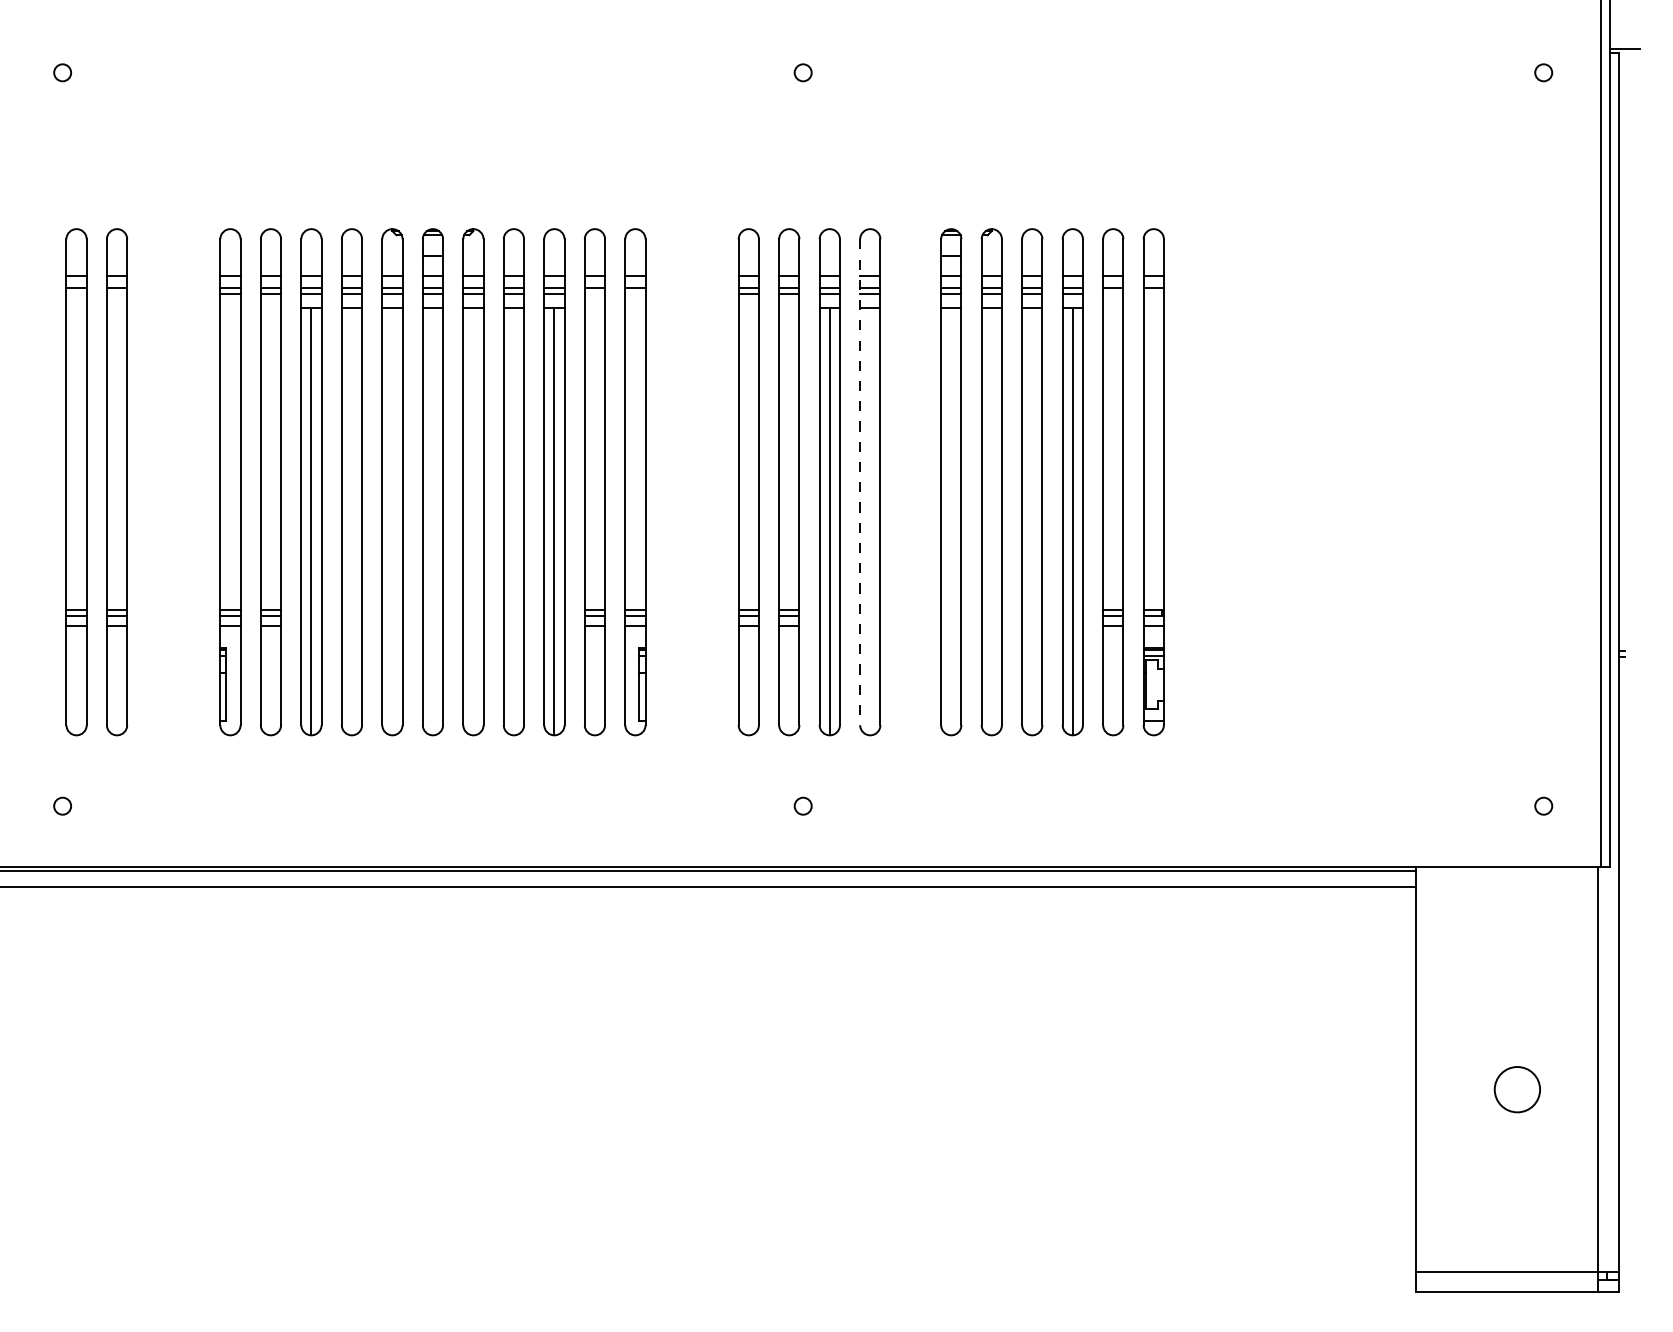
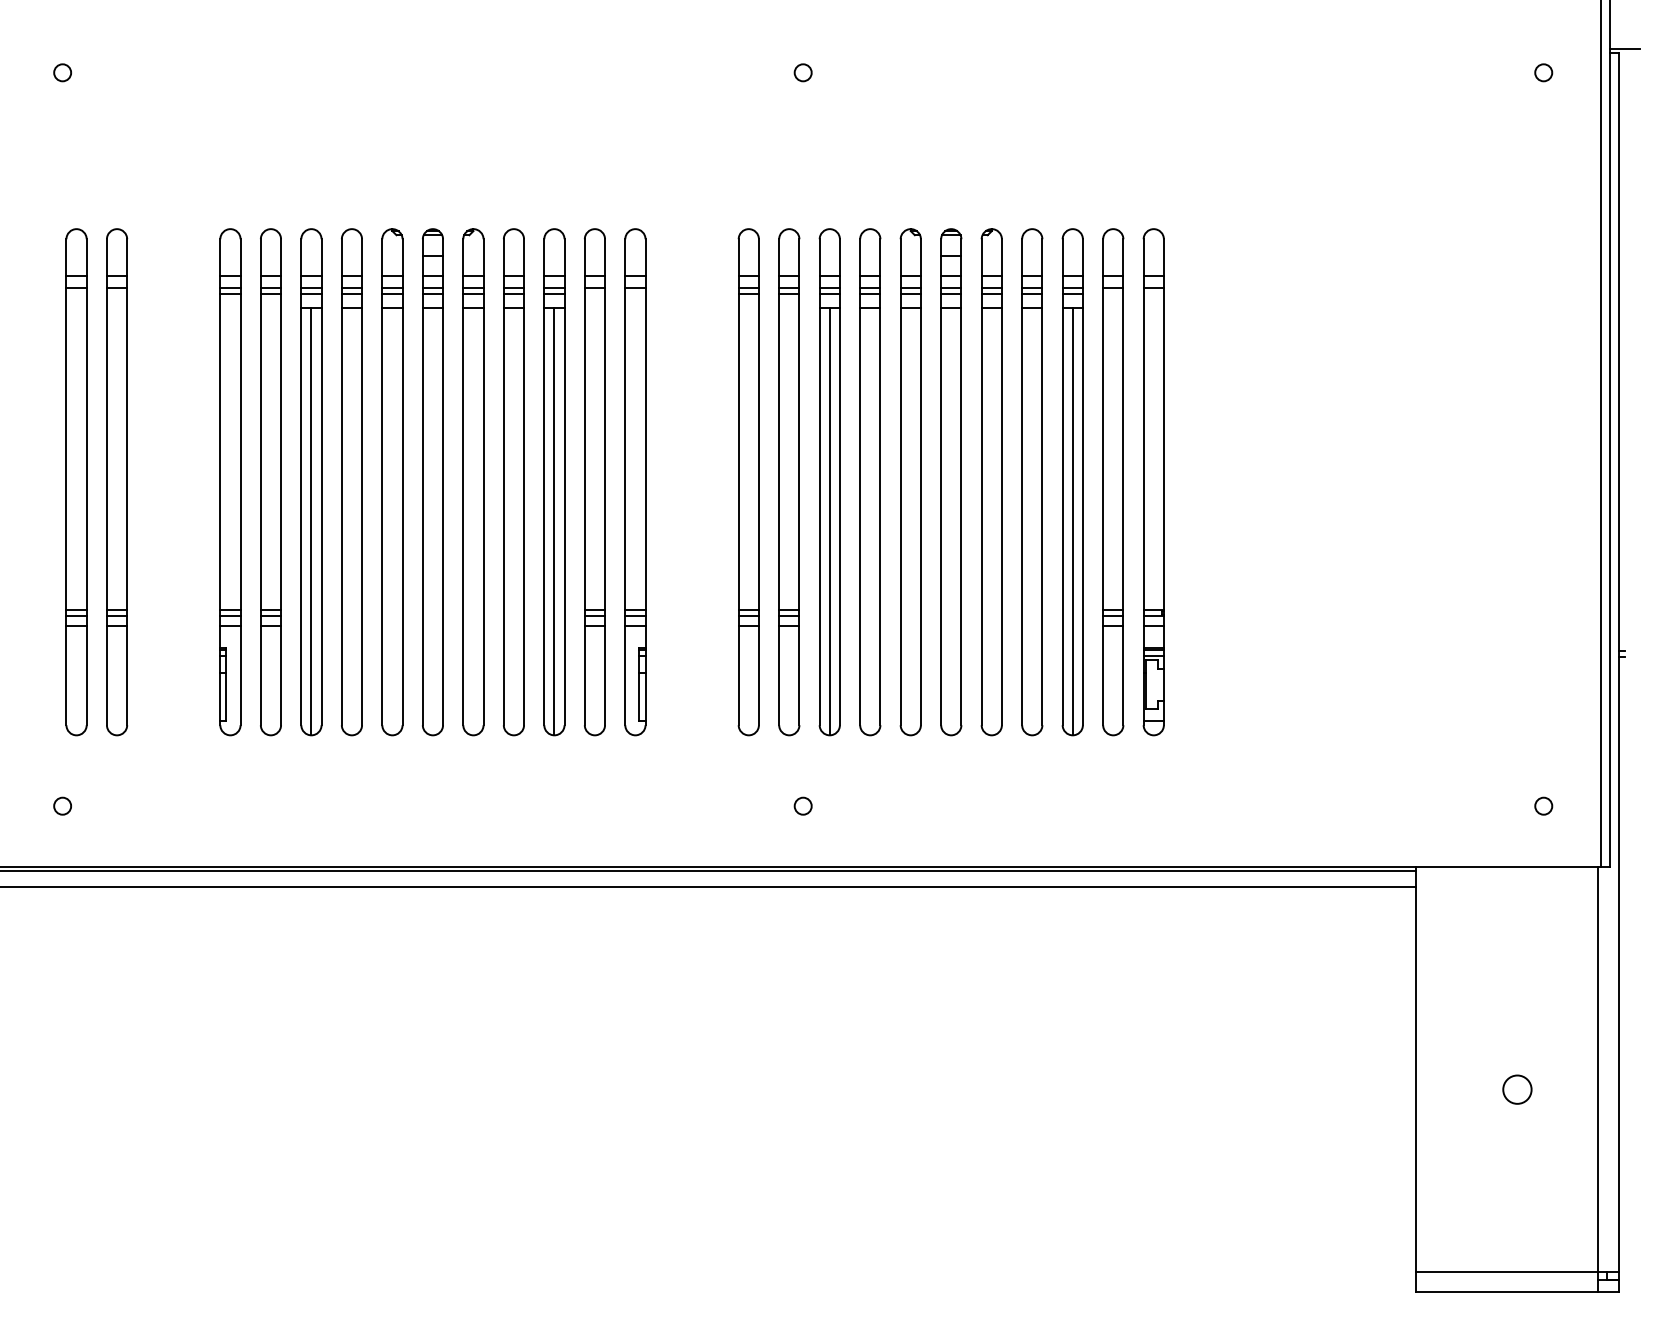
line at (860, 482): dashed -> solid
part at (910, 482): none -> present
circle at (1517, 1089) diameter: 45 px -> 28 px
